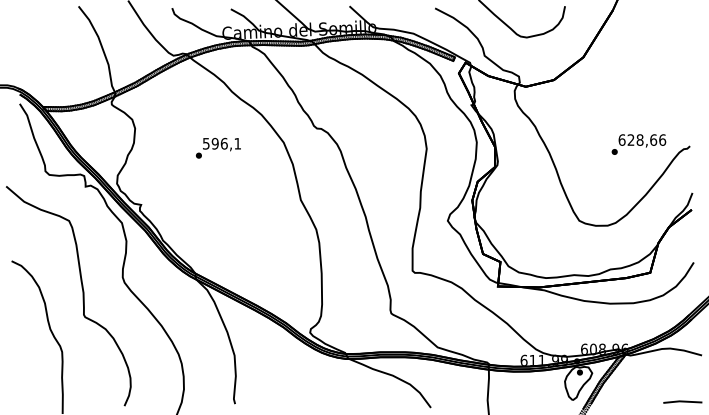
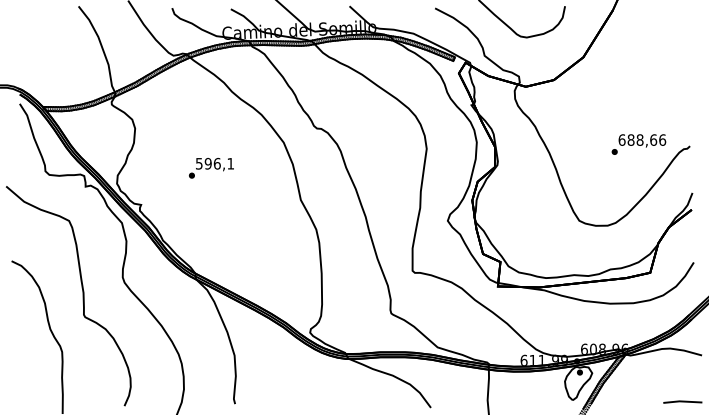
text at (630, 139): 628,66 -> 688,66
text at (218, 148) position: (218, 148) -> (211, 168)
